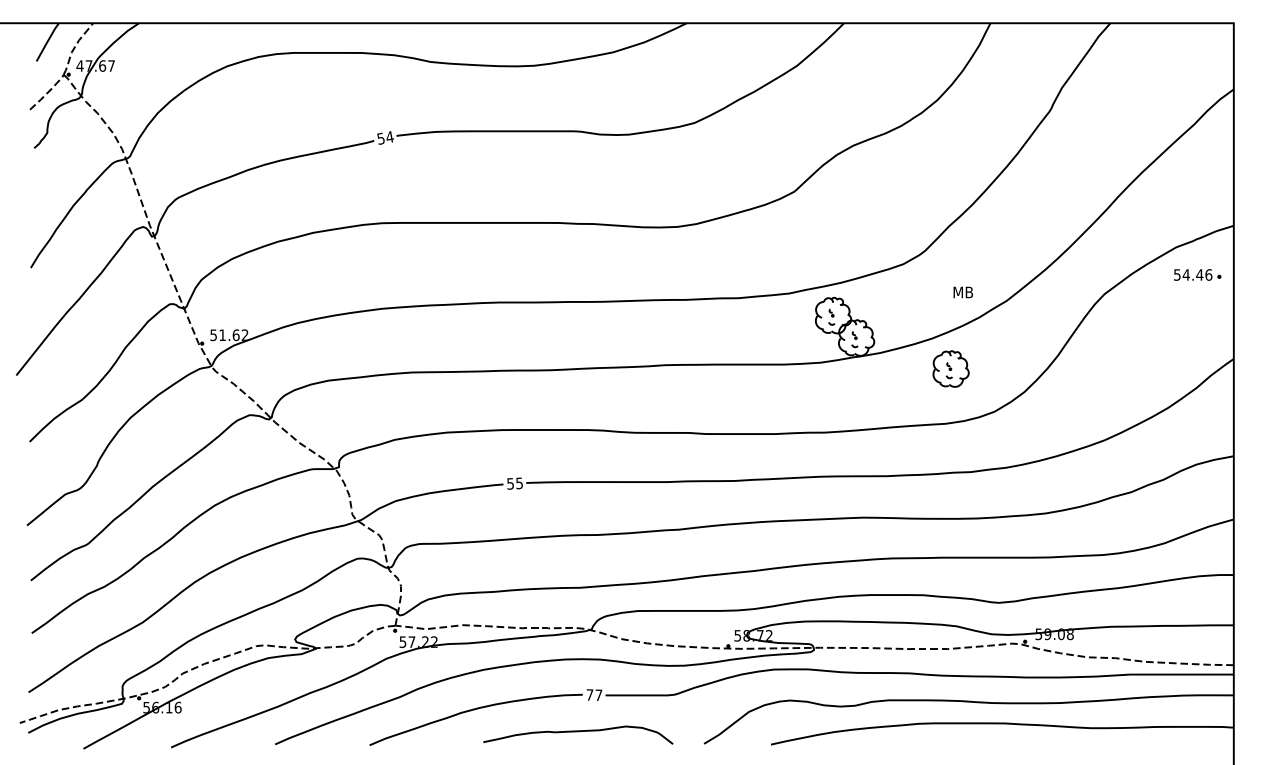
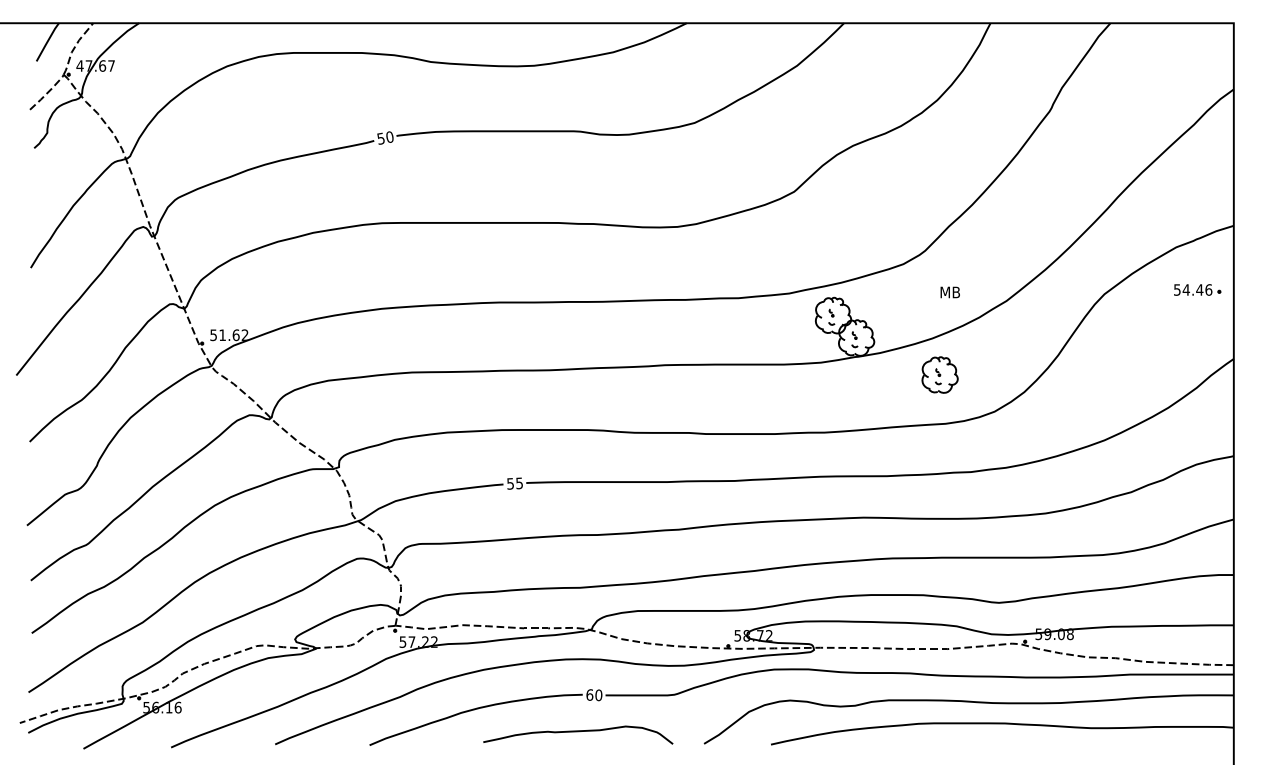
text at (389, 136): 54 -> 50
part at (1197, 274) position: (1197, 274) -> (1197, 289)
text at (962, 292) position: (962, 292) -> (949, 292)
part at (950, 368) position: (950, 368) -> (939, 374)
text at (594, 695): 77 -> 60
